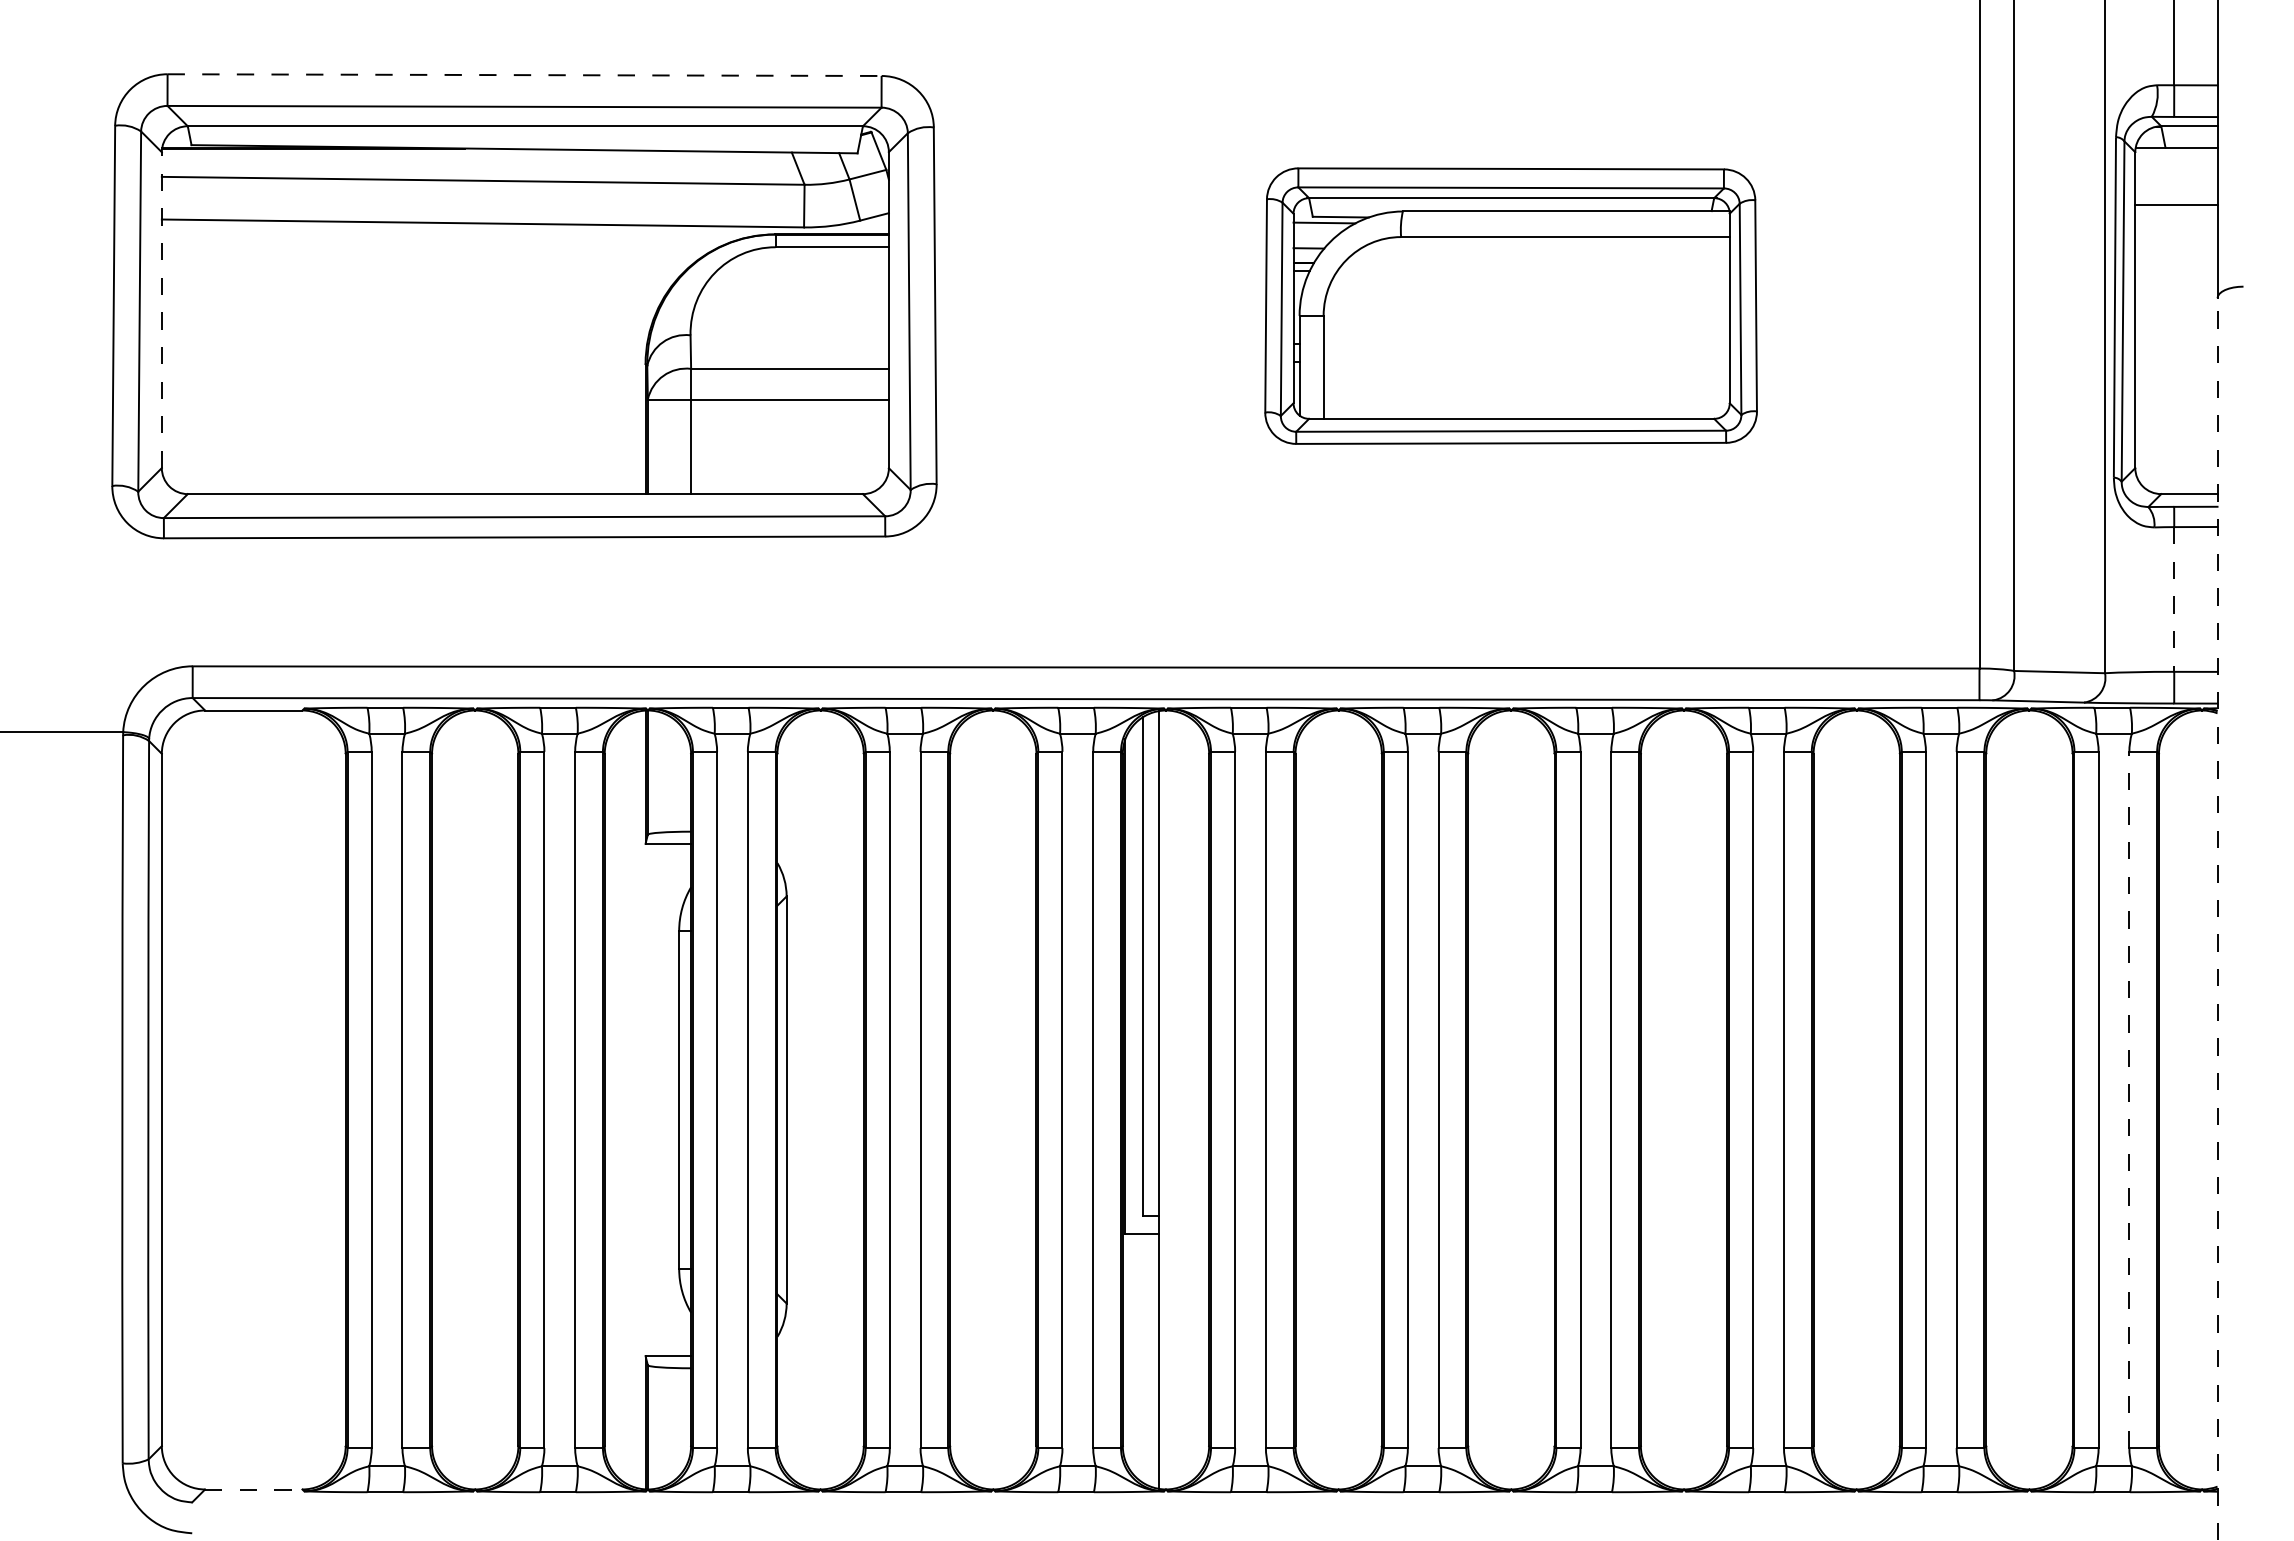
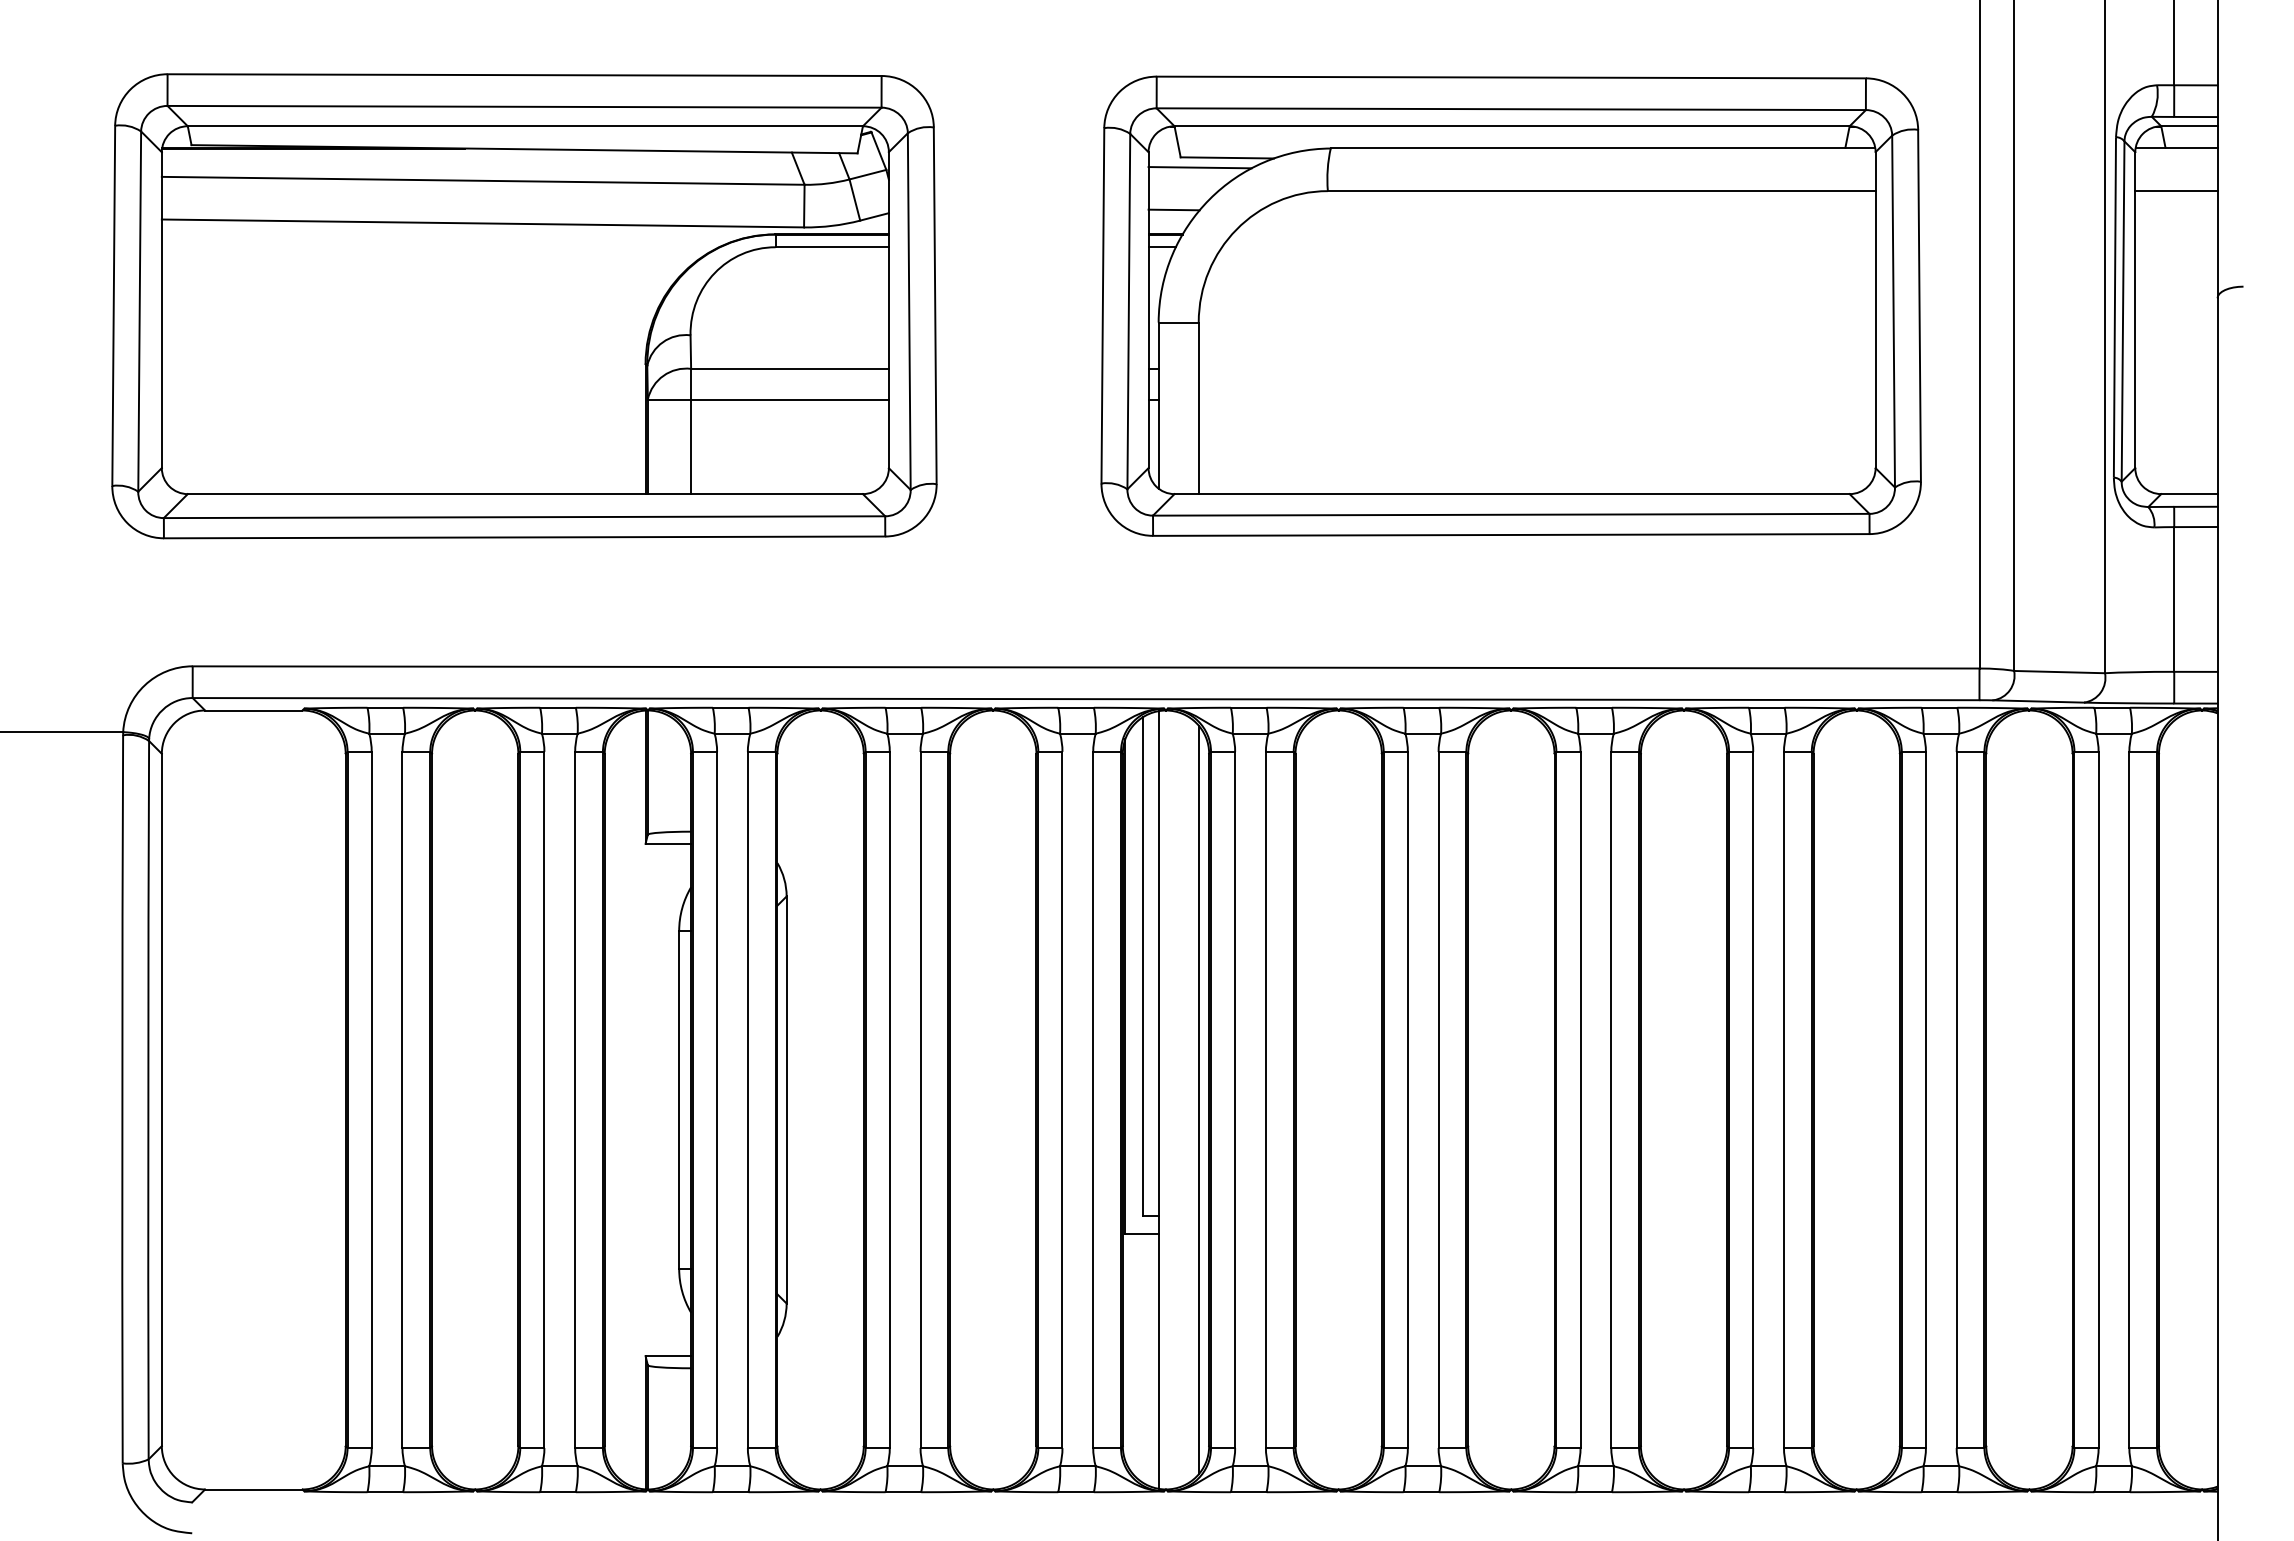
line at (525, 75): dashed -> solid
line at (2176, 205) position: (2176, 205) -> (2176, 191)
part at (1510, 305) size: 494x278 px -> 822x462 px
line at (161, 310): dashed -> solid
line at (2174, 599): dashed -> solid
line at (2217, 919): dashed -> solid
line at (1198, 1099): none -> present
line at (2129, 1100): dashed -> solid
line at (253, 1489): dashed -> solid
